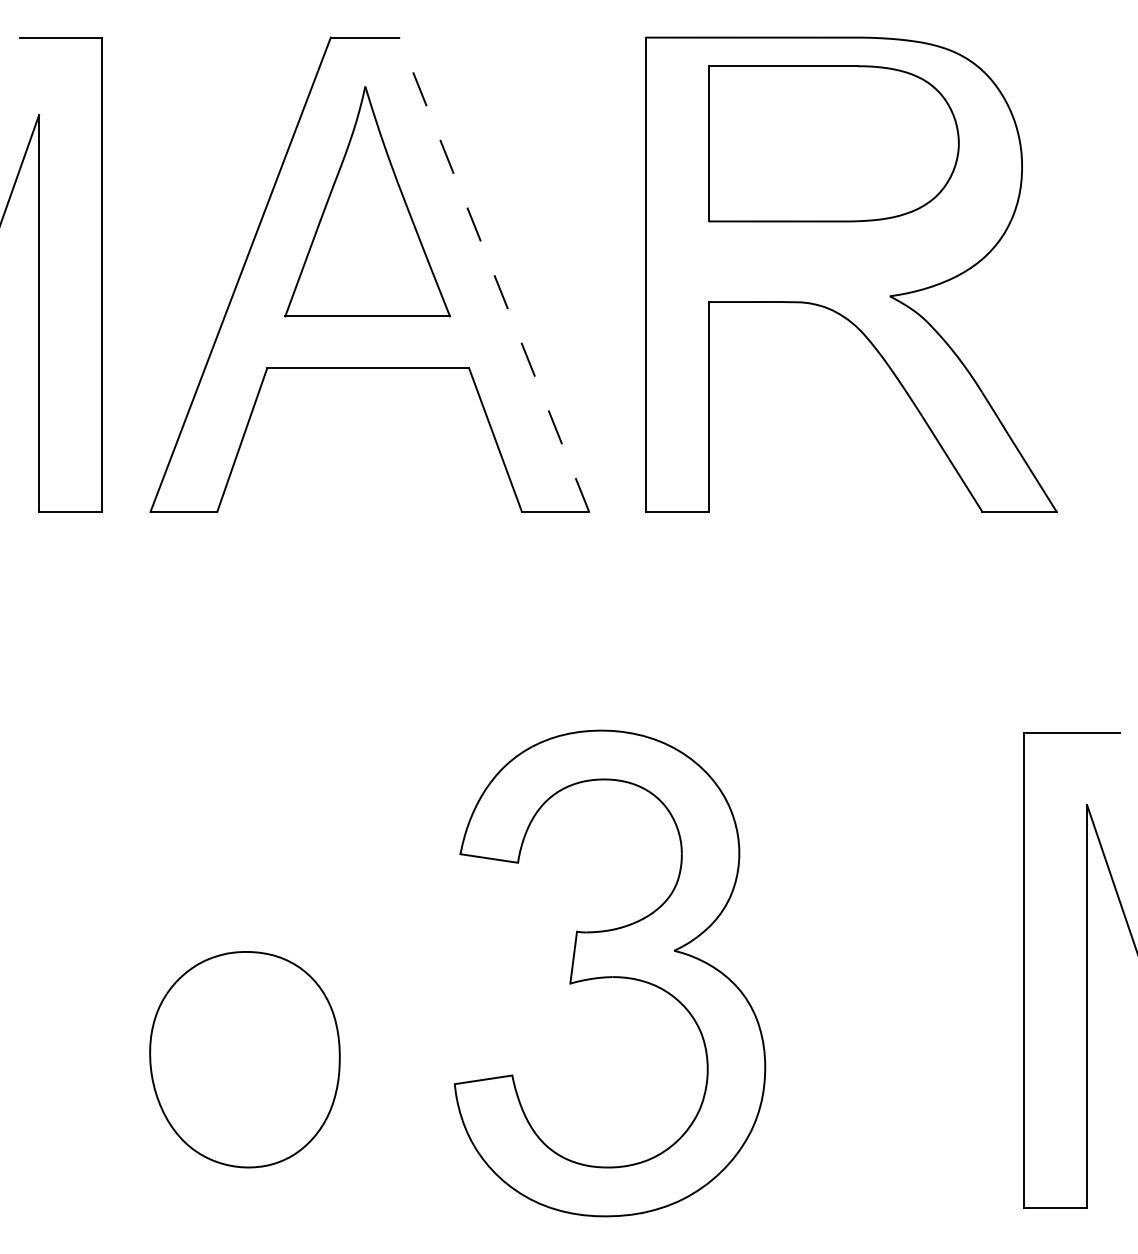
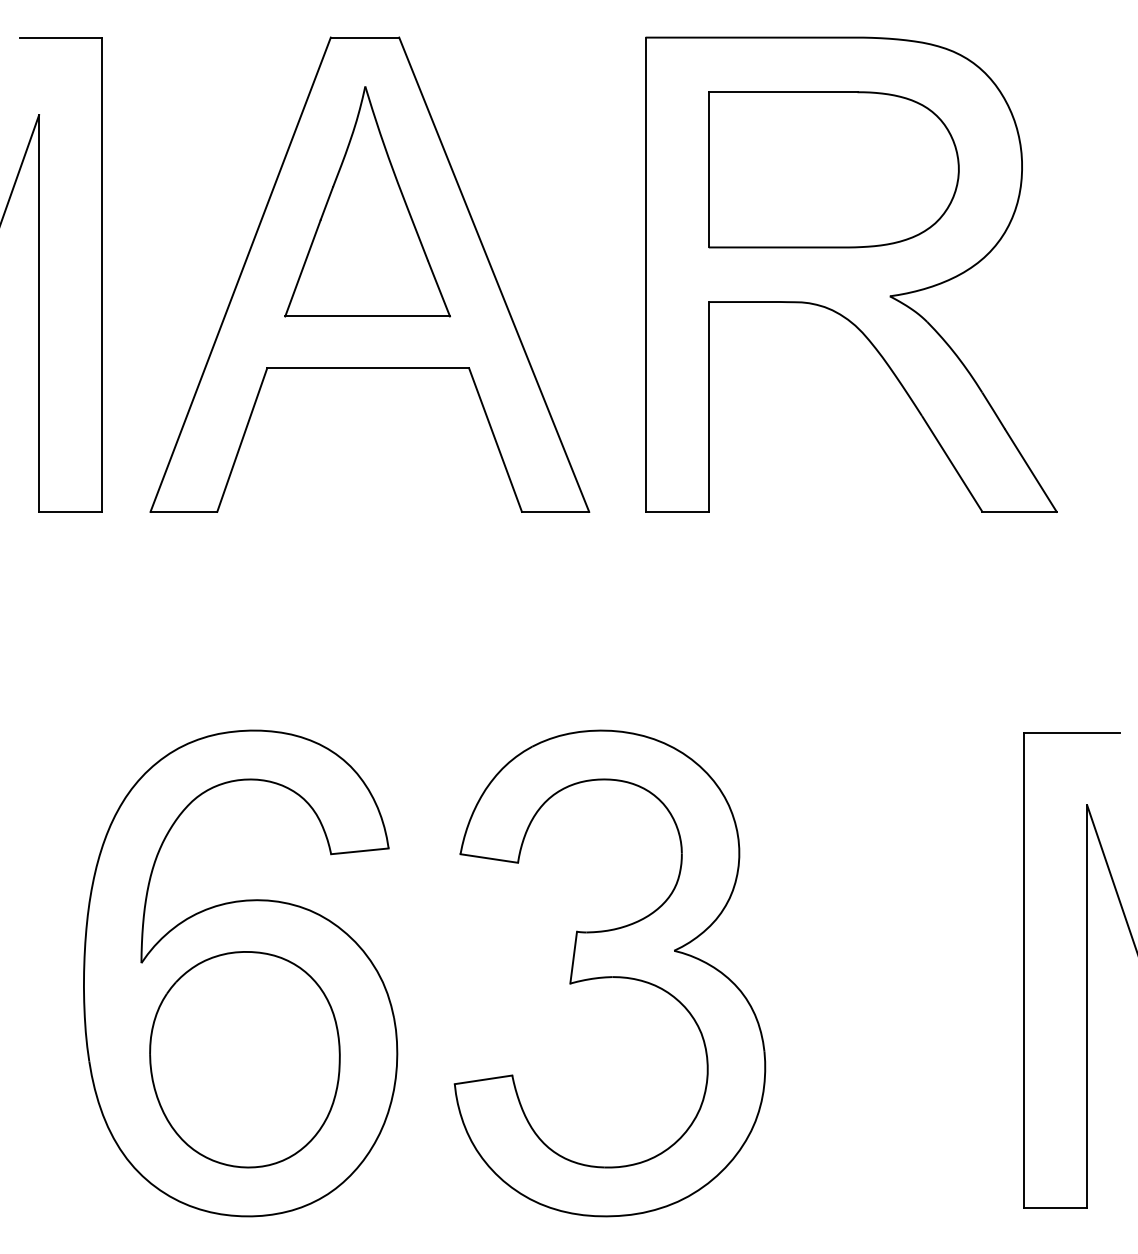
part at (833, 143) position: (833, 143) -> (833, 169)
line at (494, 274): dashed -> solid
part at (240, 973): none -> present
